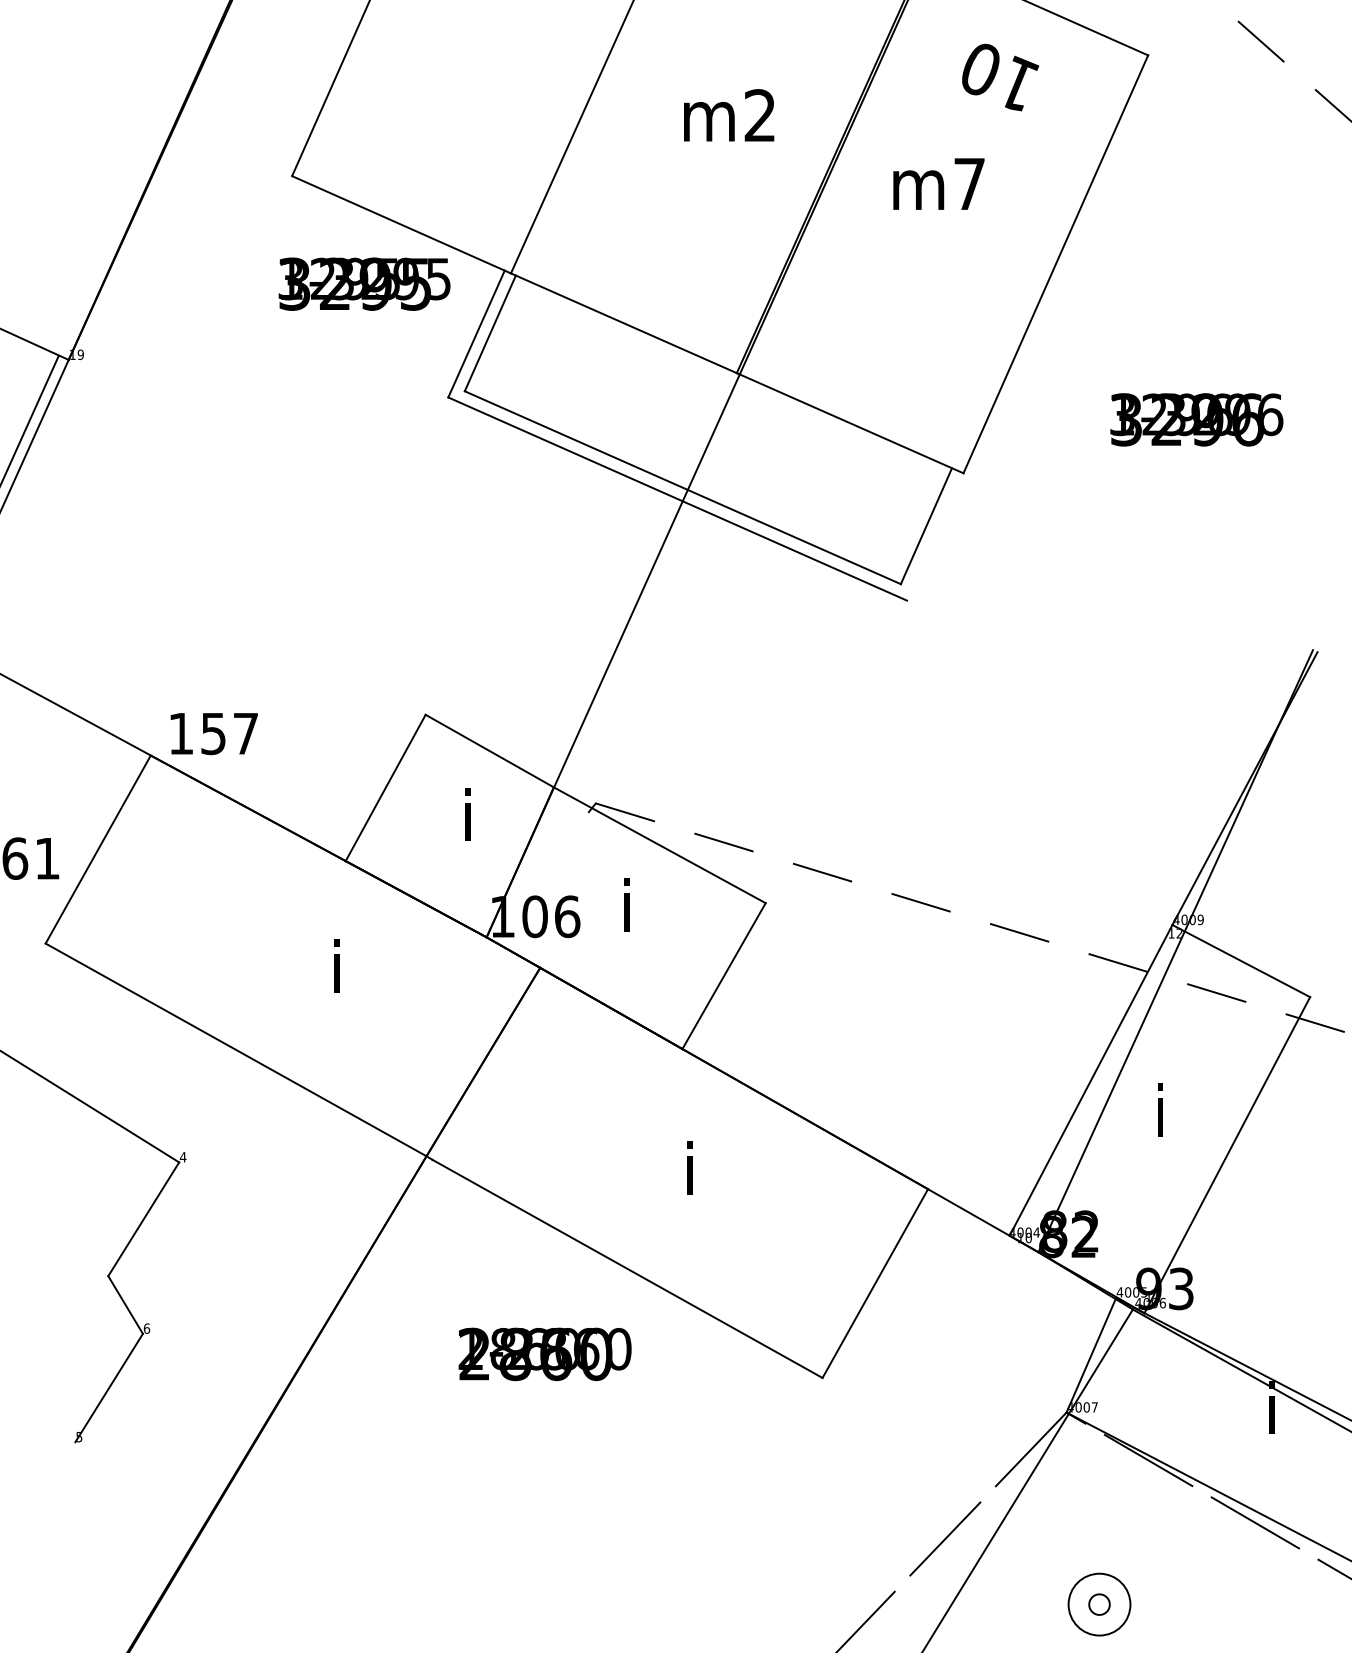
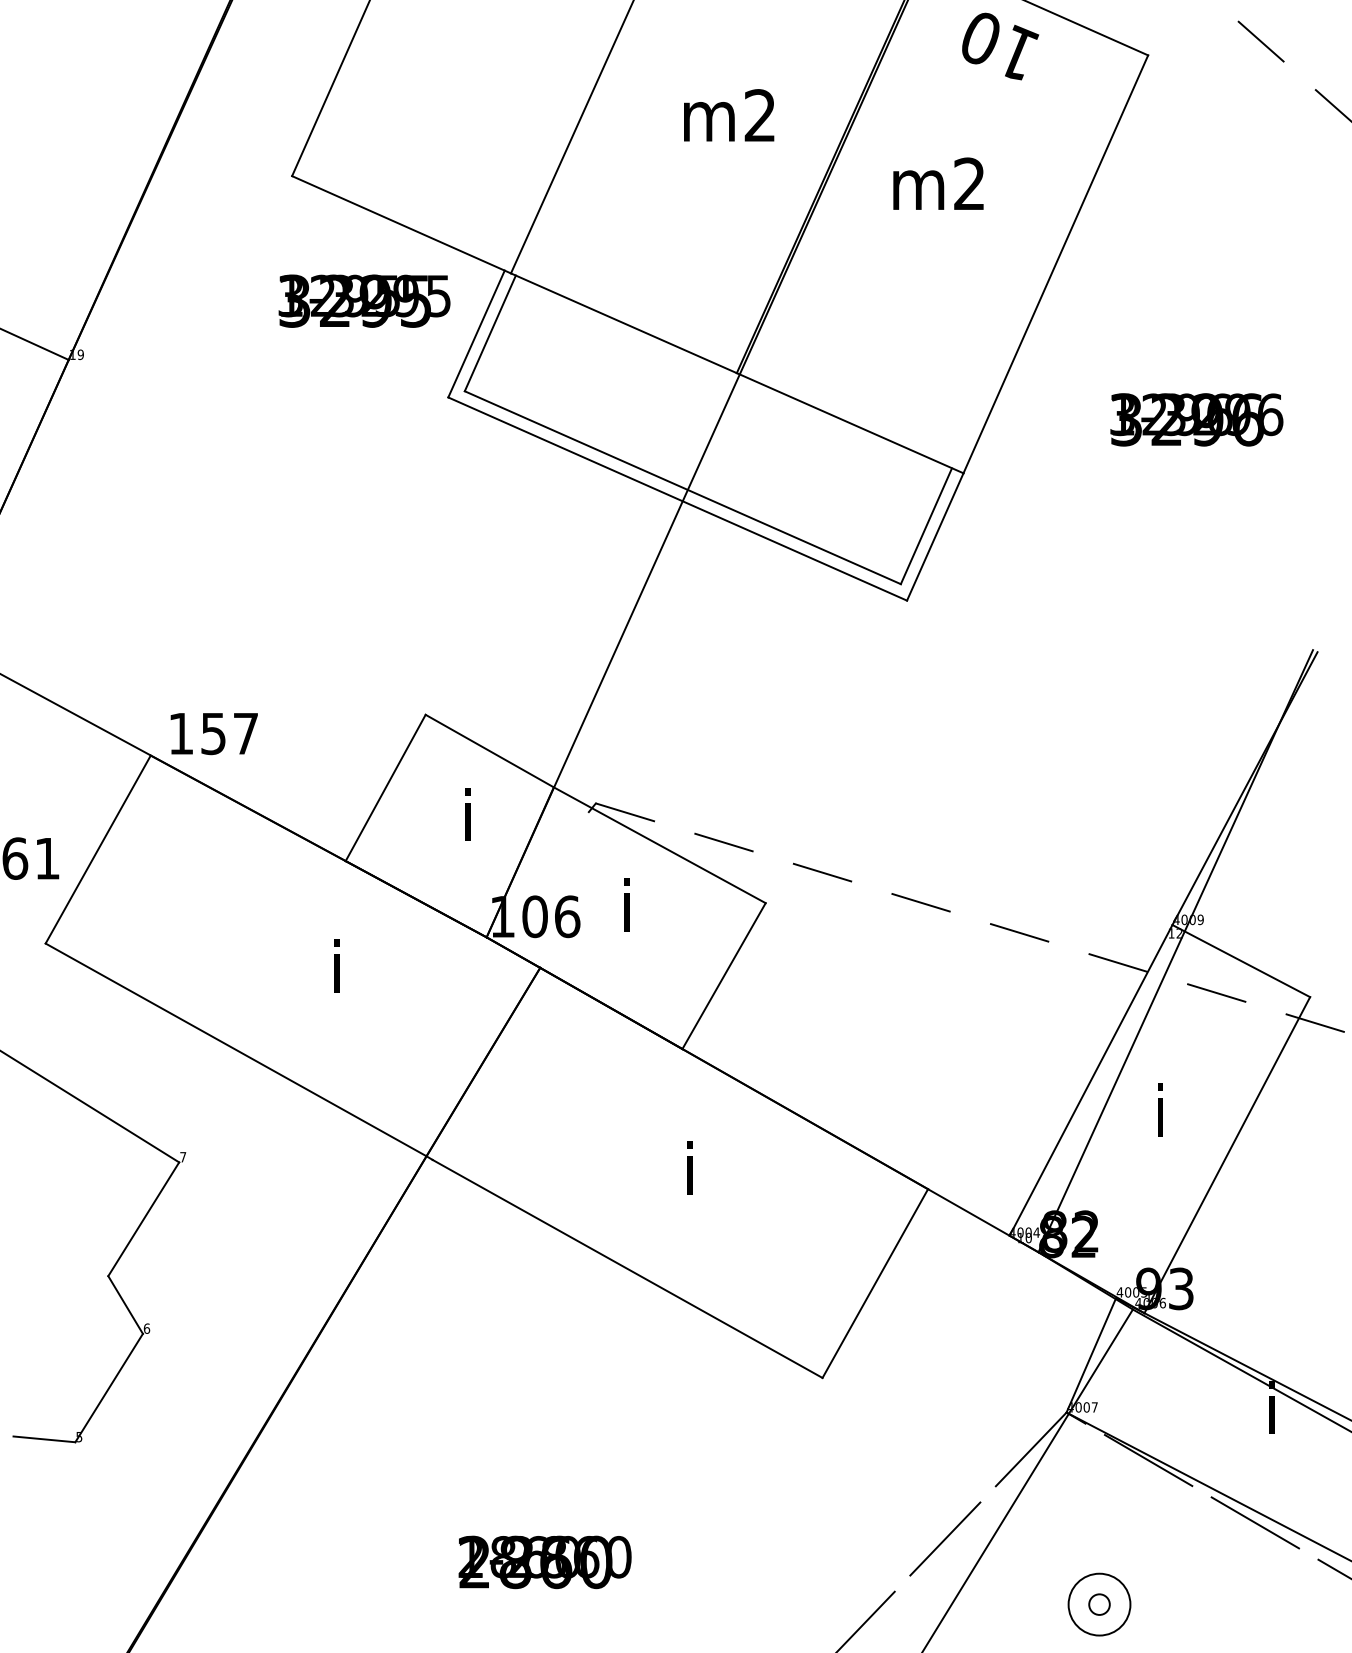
text at (1000, 77) position: (1000, 77) -> (1000, 46)
text at (969, 183): m7 -> m2
text at (364, 283) position: (364, 283) -> (364, 300)
line at (30, 418) position: (30, 418) -> (35, 433)
line at (935, 536): none -> present
text at (182, 1157): 4 -> 7
text at (544, 1354) position: (544, 1354) -> (544, 1562)
line at (44, 1439): none -> present
